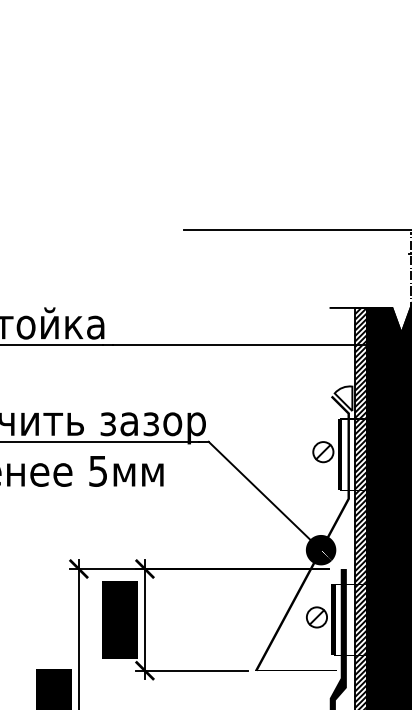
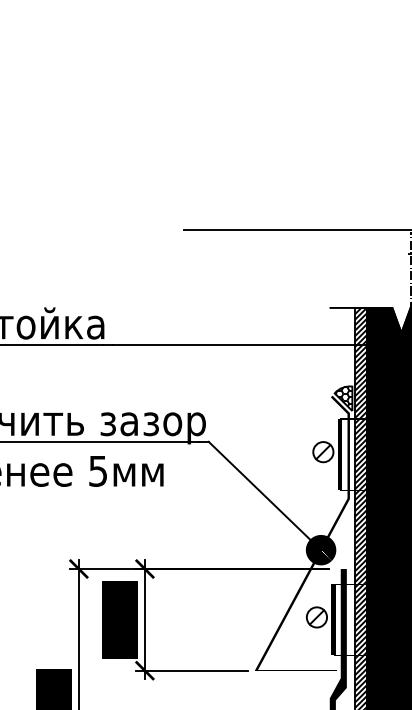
hatch at (343, 398): none -> present
